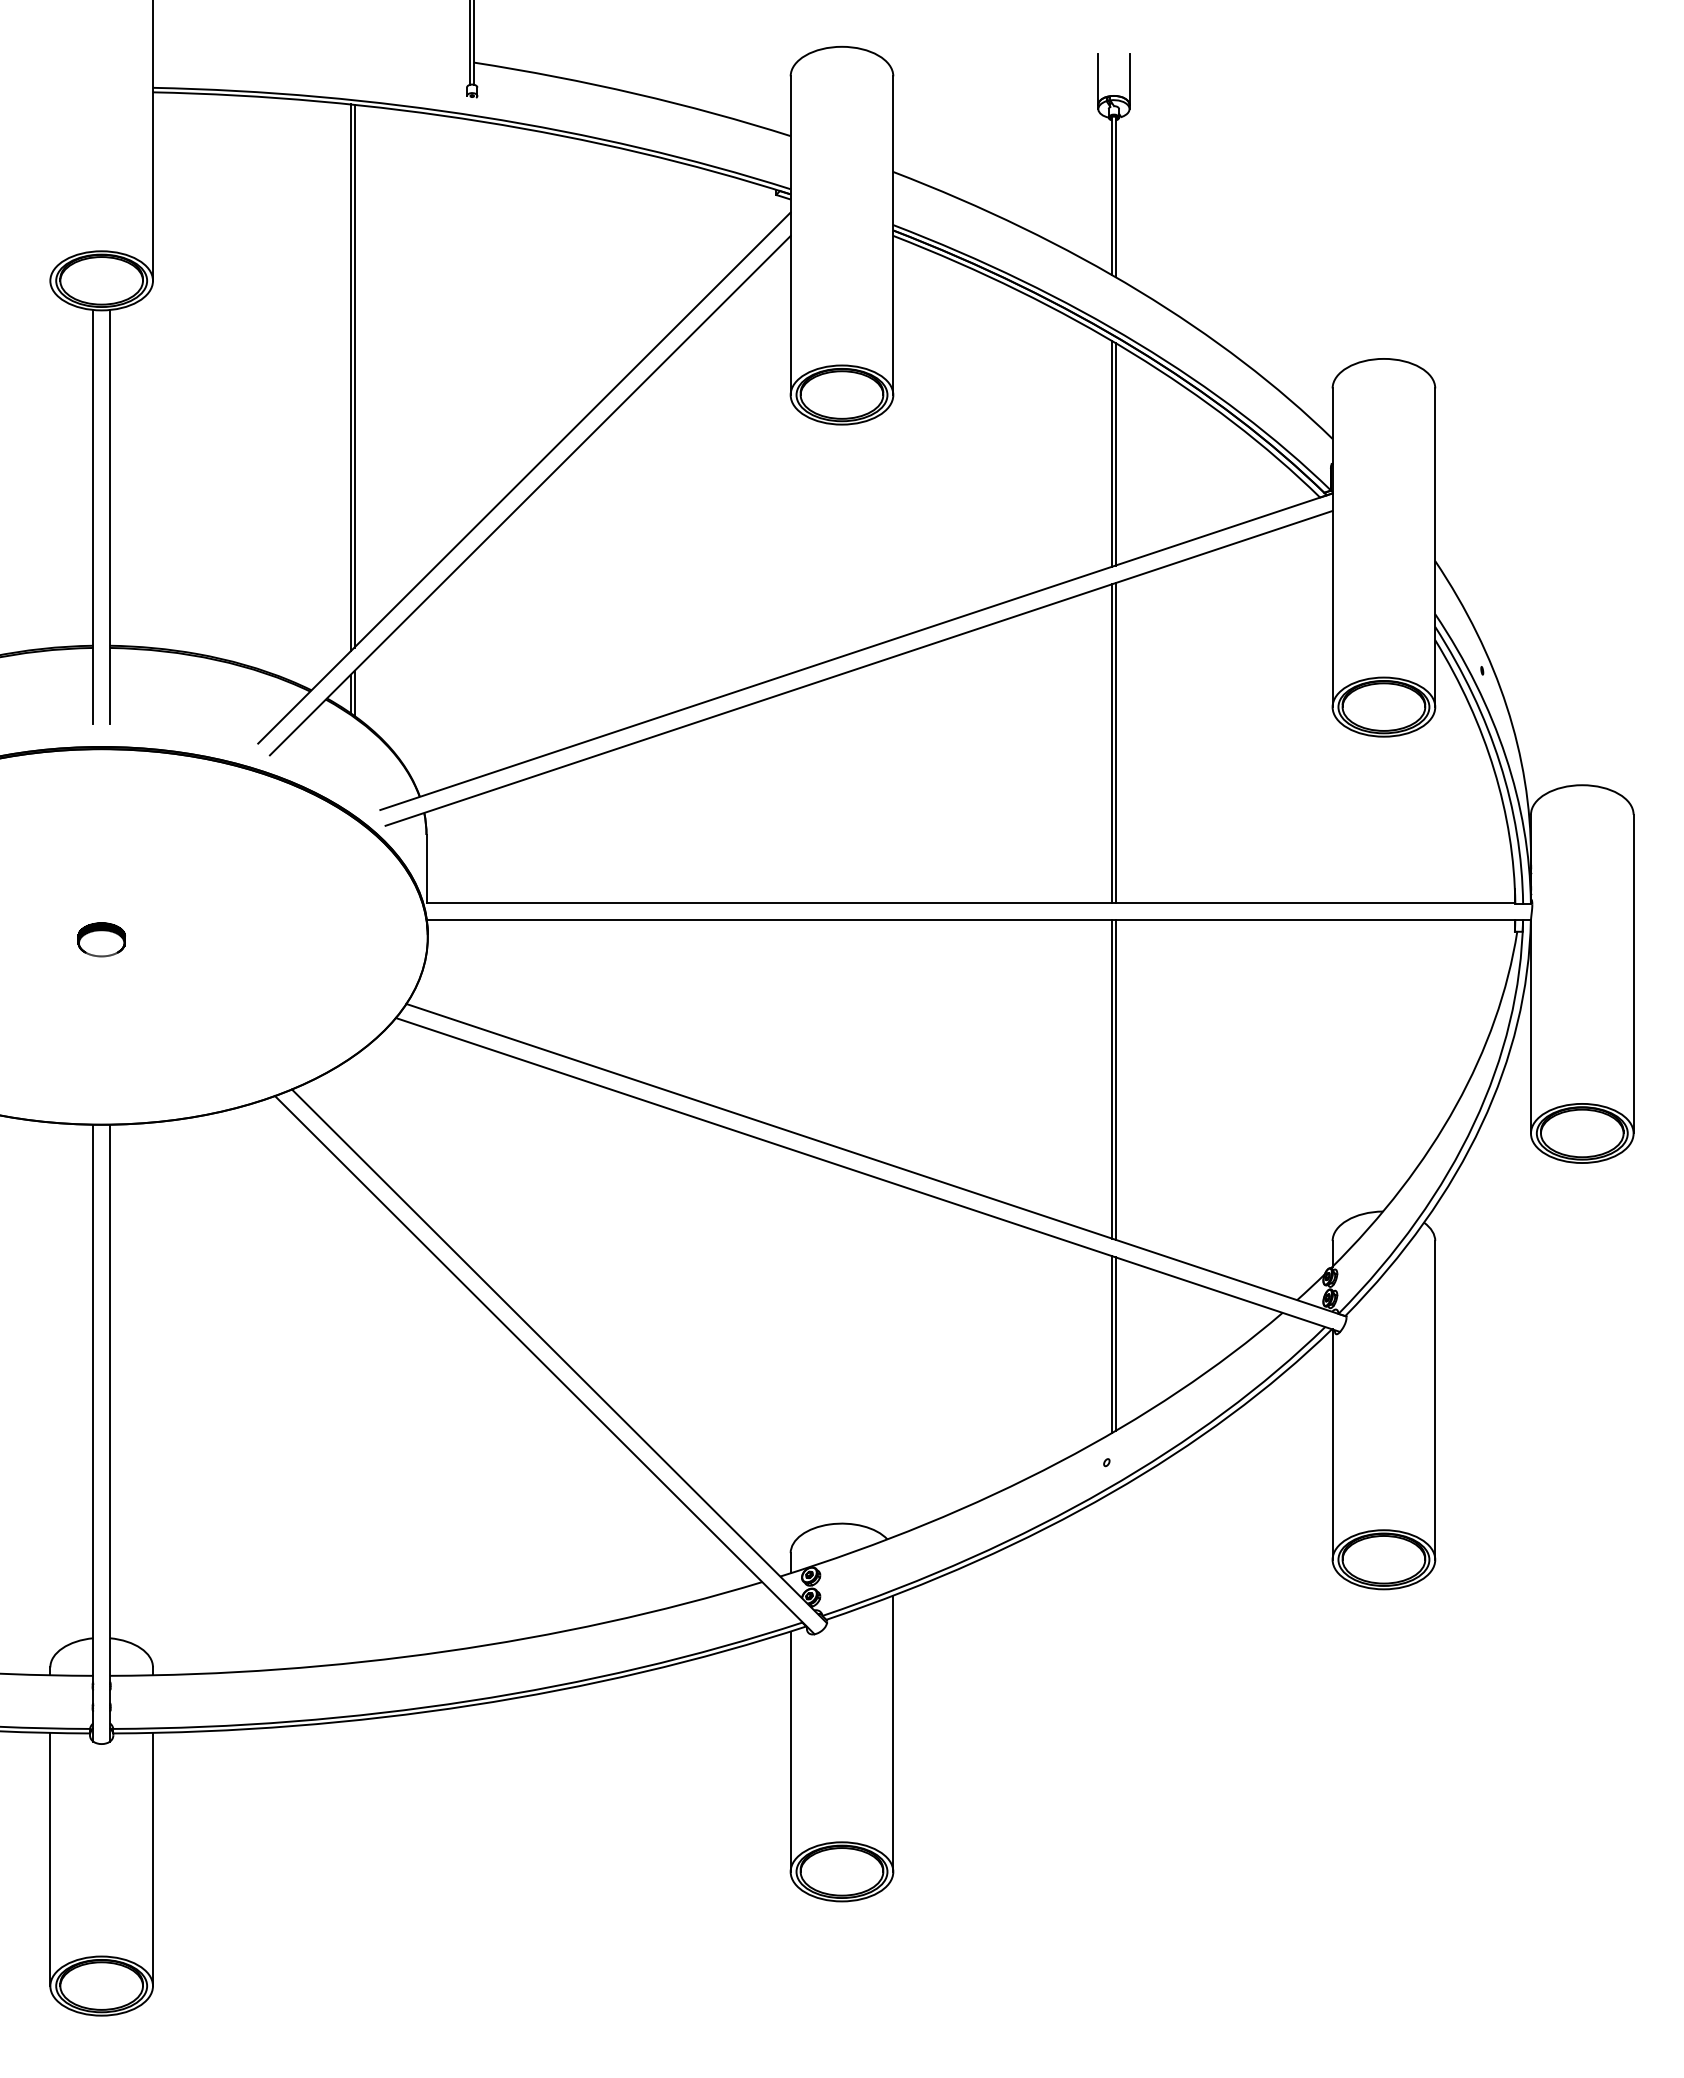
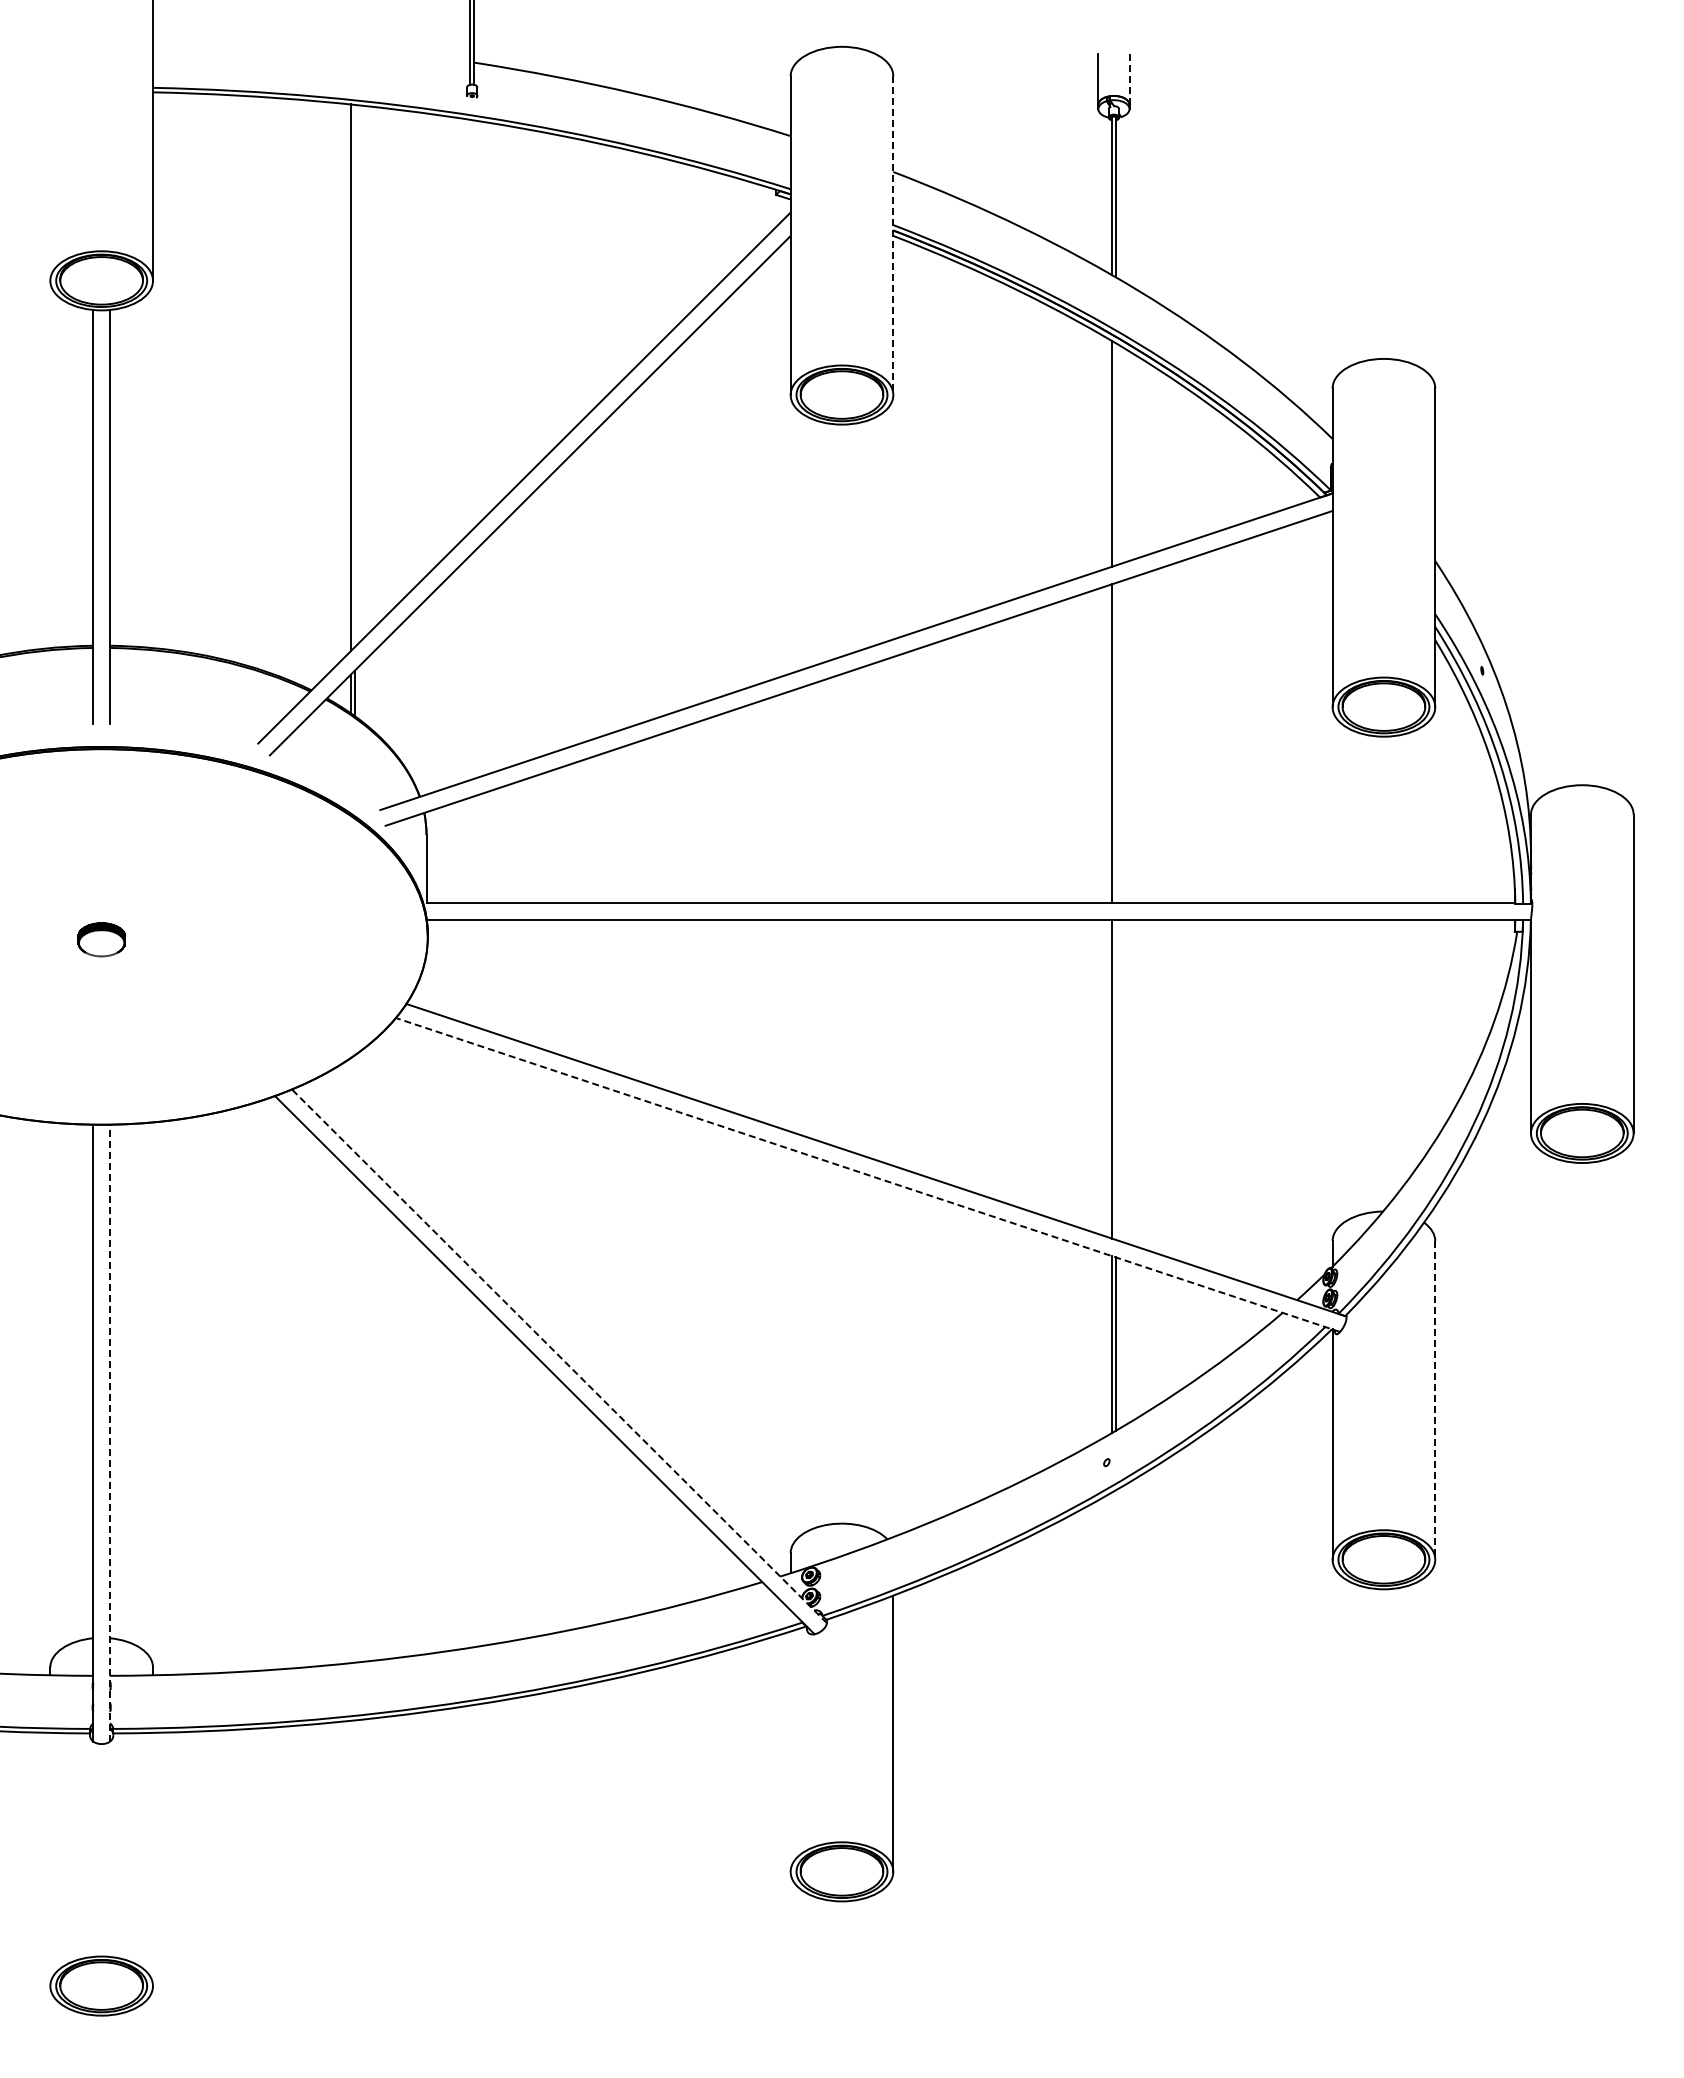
line at (1129, 79): solid -> dashed
line at (893, 236): solid -> dashed
line at (354, 375): present -> none
line at (1115, 454): present -> none
line at (1115, 743): present -> none
line at (1115, 1079): present -> none
line at (867, 1174): solid -> dashed
line at (559, 1356): solid -> dashed
line at (1435, 1400): solid -> dashed
line at (110, 1432): solid -> dashed
line at (790, 1751): present -> none
line at (50, 1859): present -> none
line at (153, 1859): present -> none
